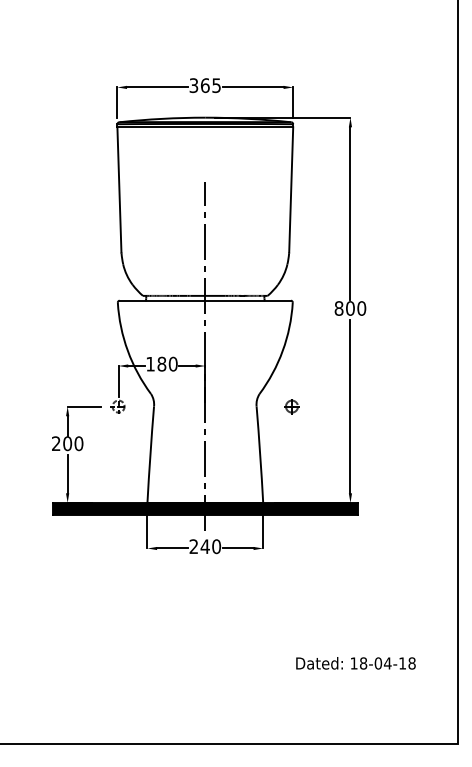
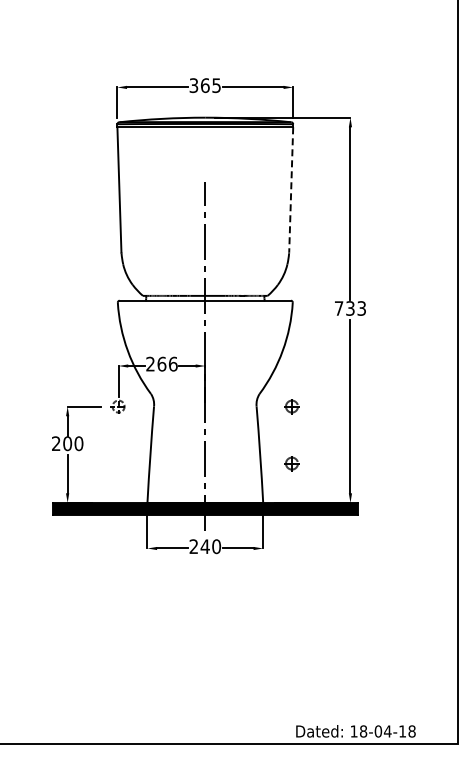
line at (291, 189): solid -> dashed
text at (350, 308): 800 -> 733
text at (161, 363): 180 -> 266
part at (291, 463): none -> present
text at (355, 663) position: (355, 663) -> (355, 731)
